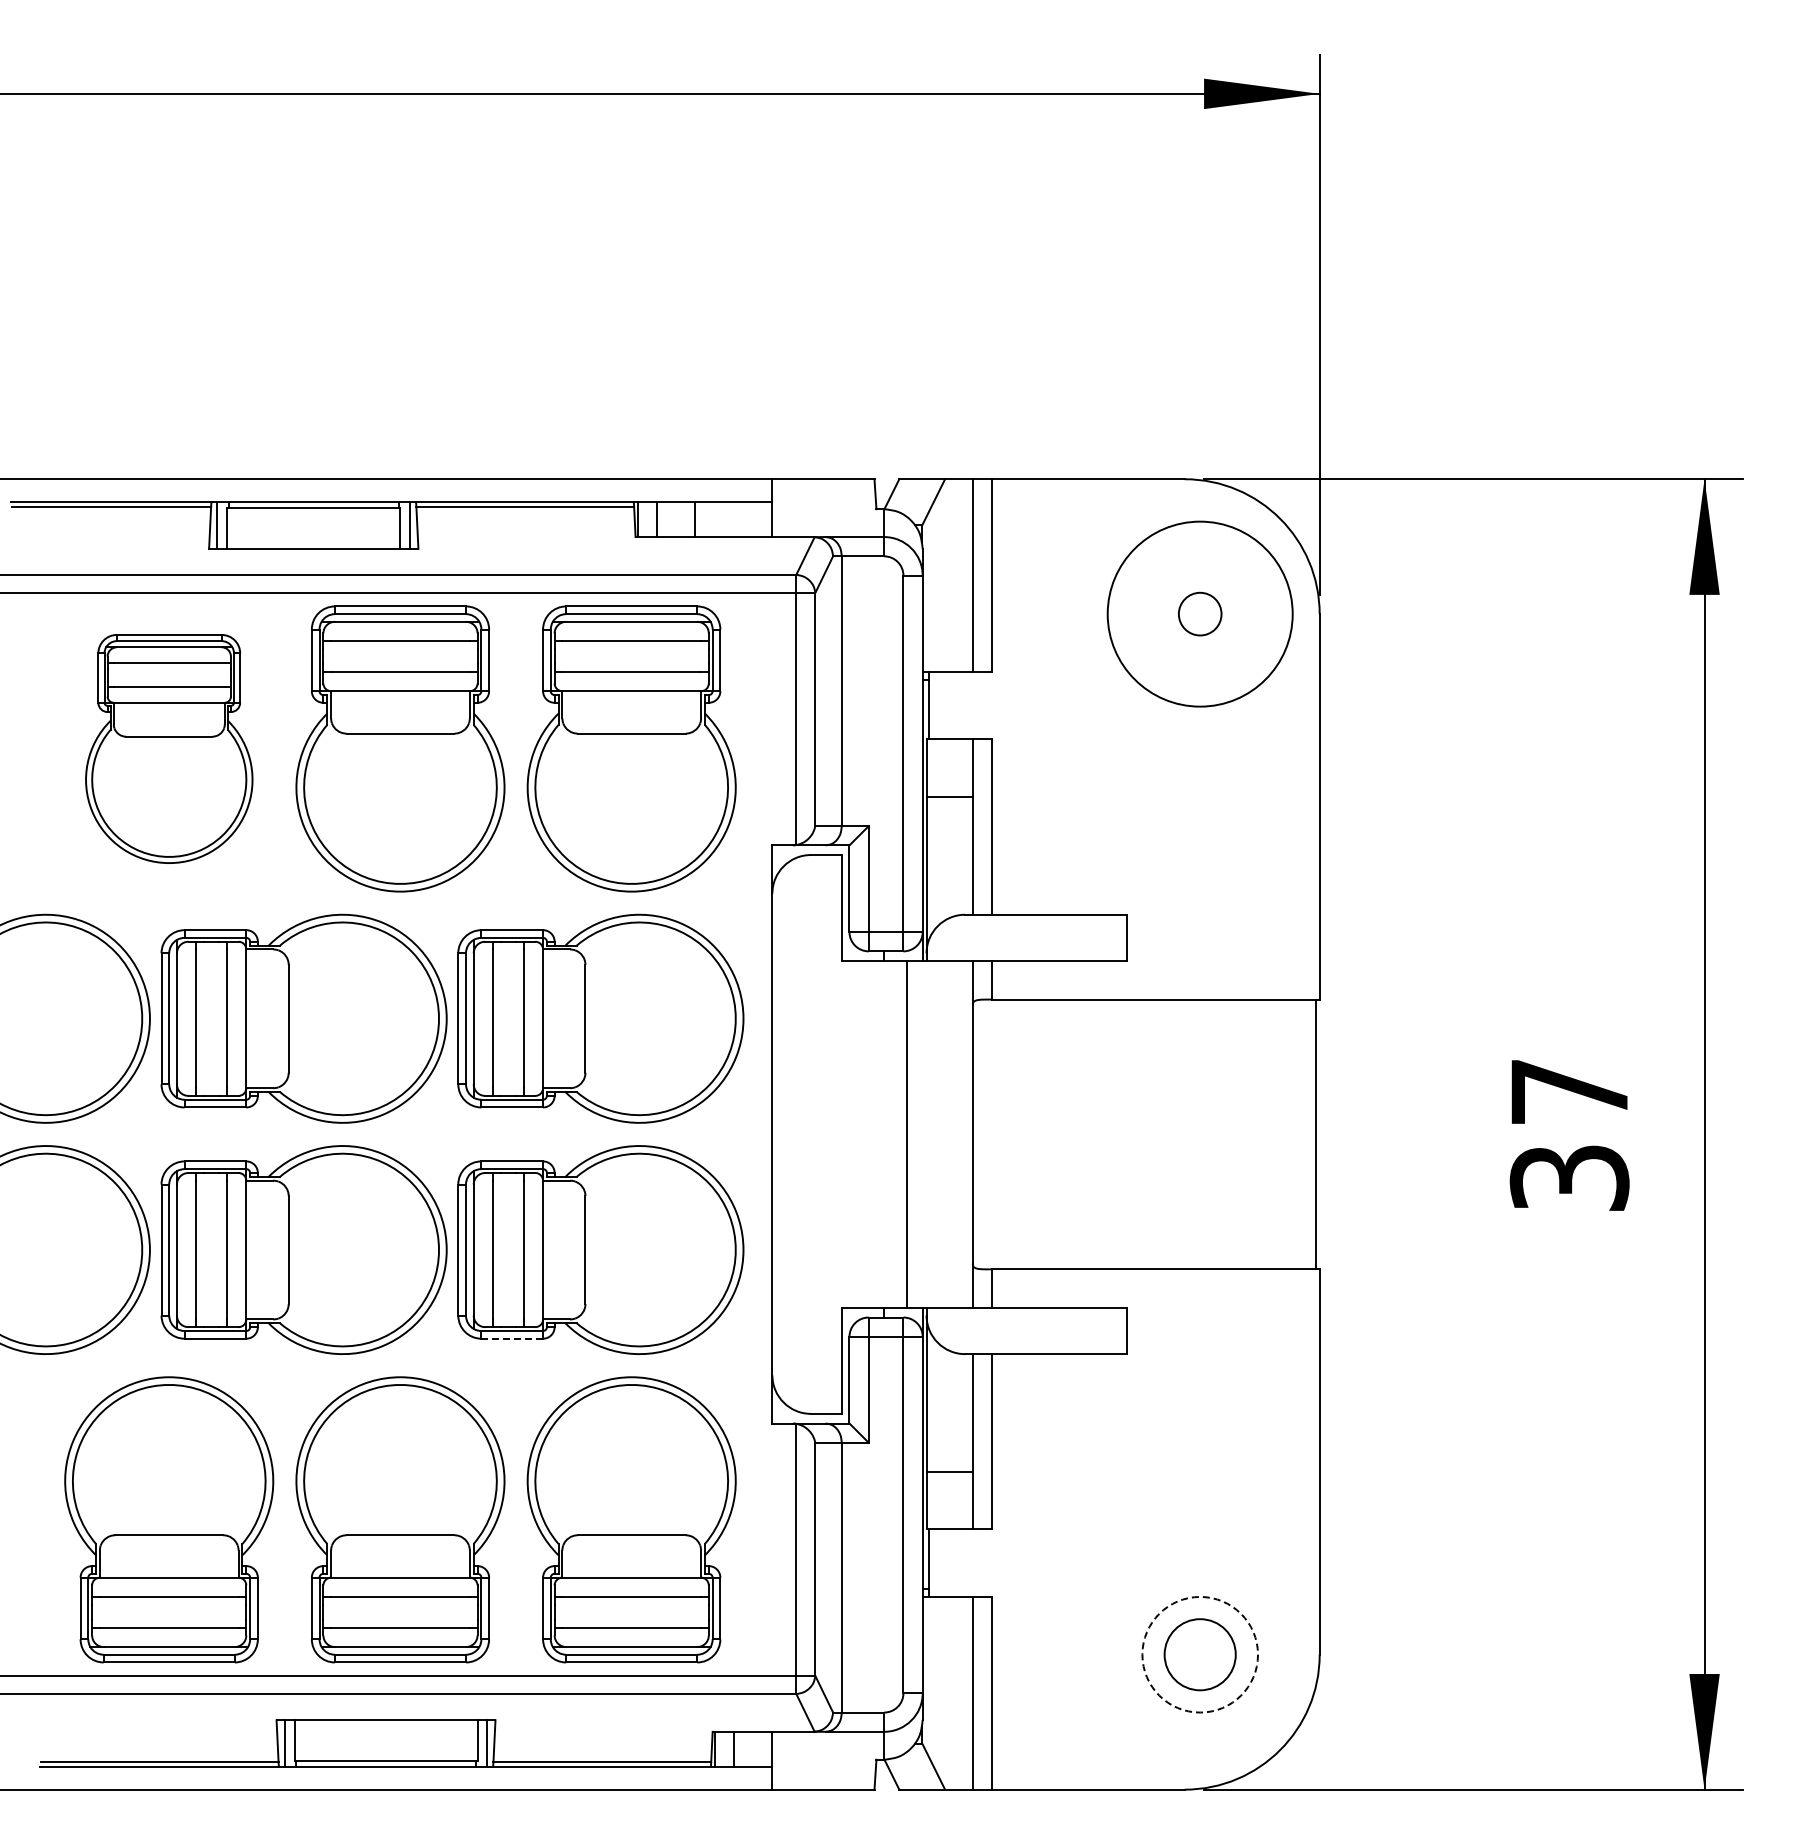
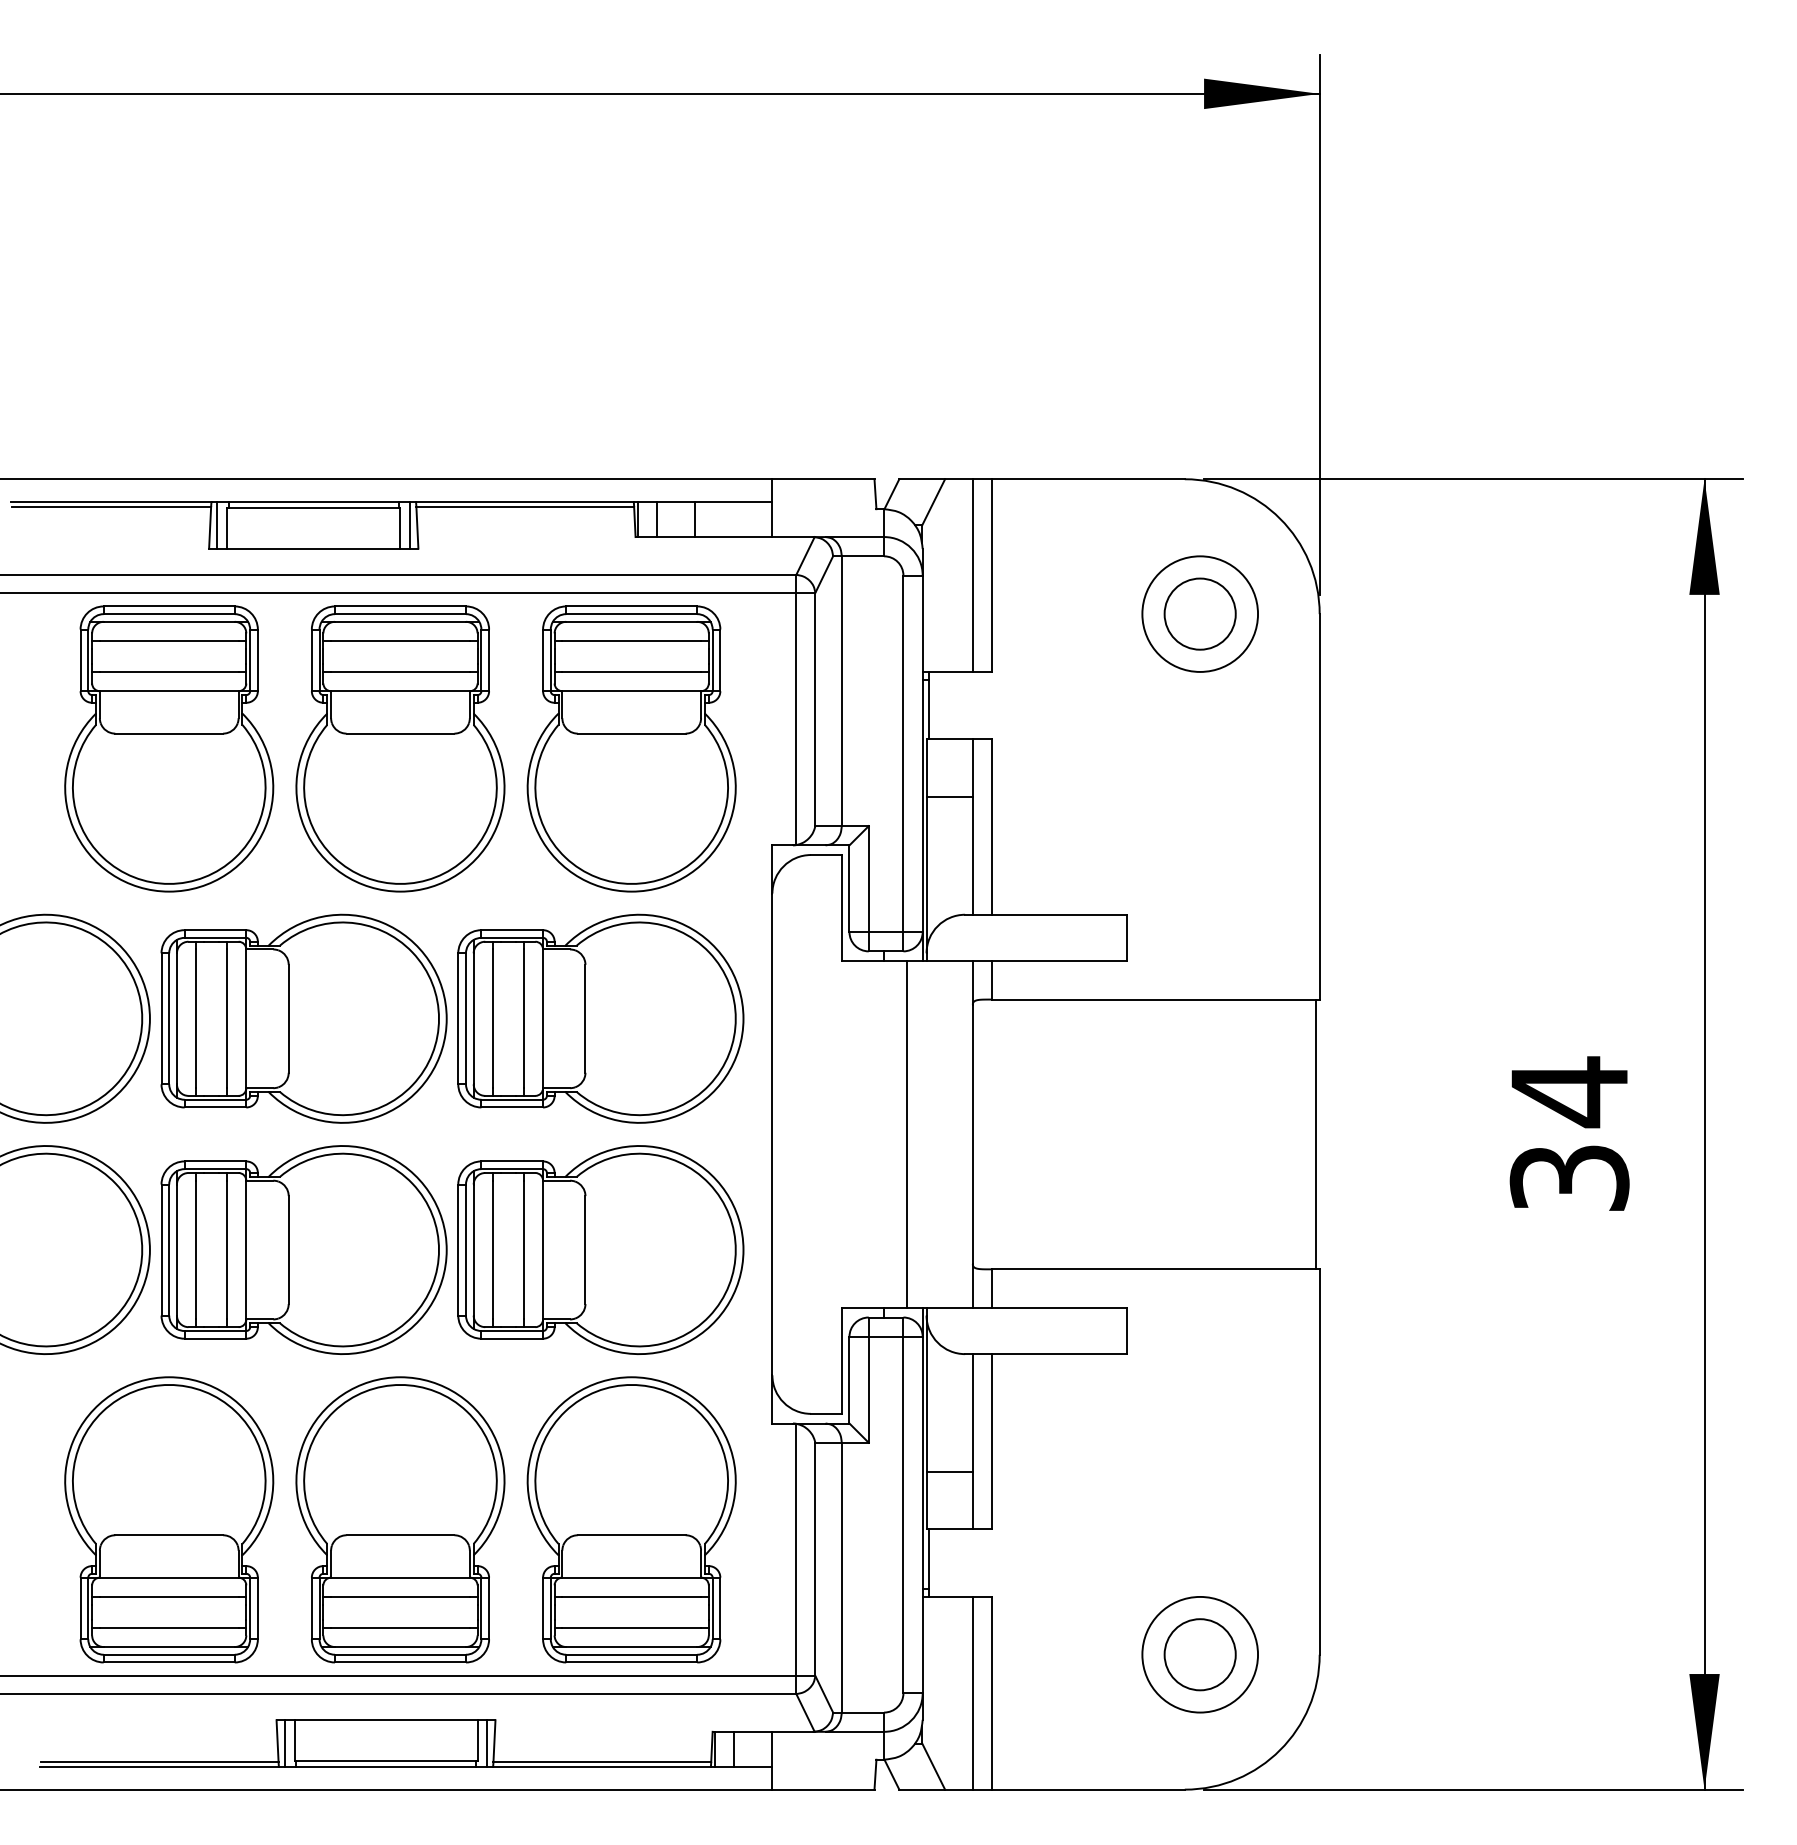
circle at (1199, 613) diameter: 185 px -> 116 px
circle at (1199, 613) diameter: 43 px -> 71 px
part at (169, 748) size: 169x230 px -> 211x288 px
text at (1569, 1092): 37 -> 34
line at (512, 1338): dashed -> solid
circle at (1200, 1654): dashed -> solid
